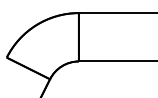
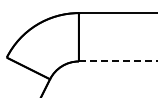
line at (117, 61): solid -> dashed
